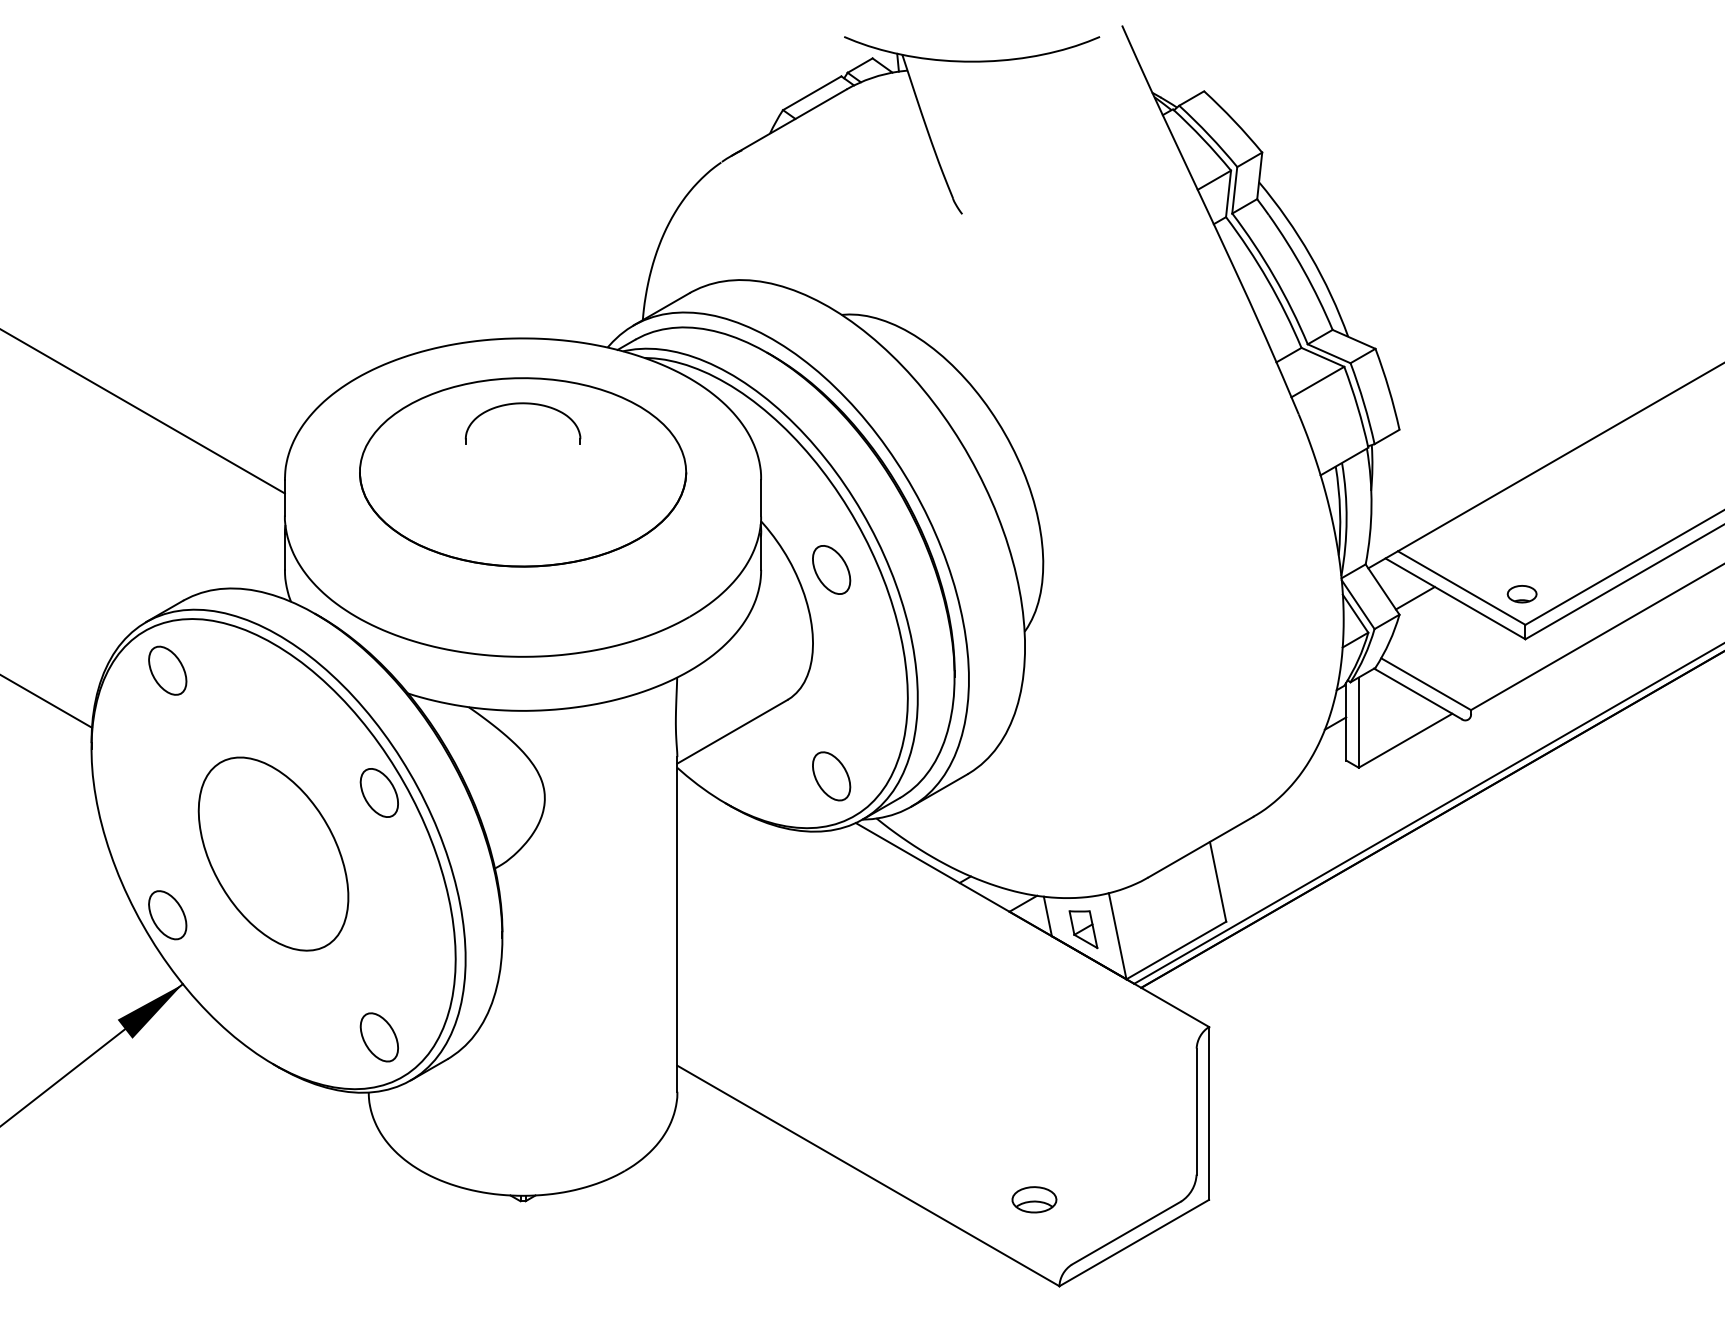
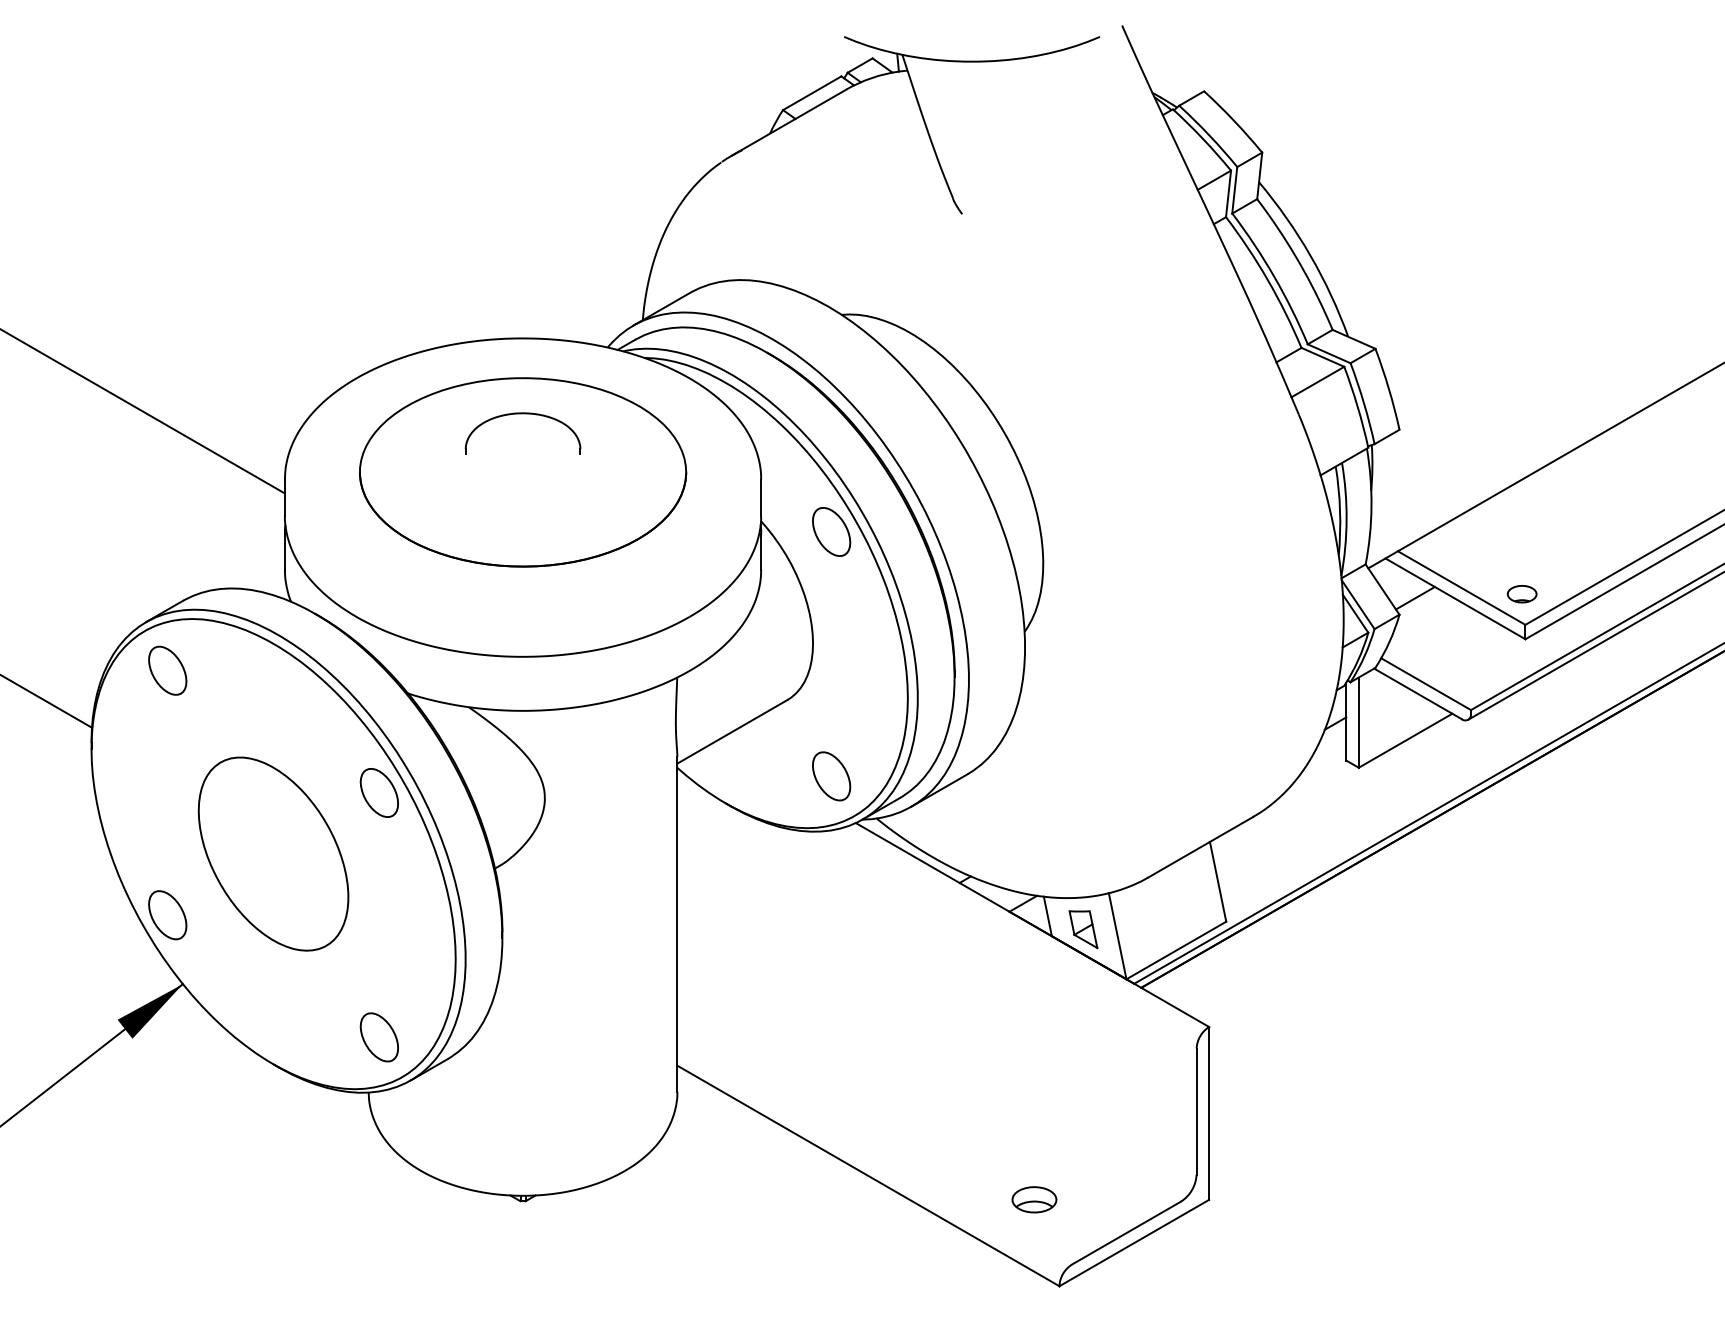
part at (522, 404) position: (522, 404) -> (522, 414)
part at (831, 569) position: (831, 569) -> (831, 531)
line at (1594, 646): none -> present
